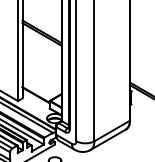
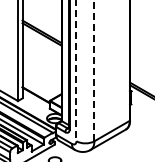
line at (94, 70): solid -> dashed
line at (76, 71): solid -> dashed
